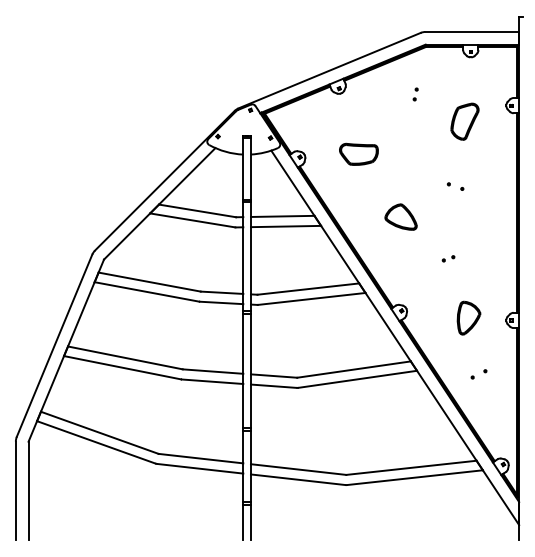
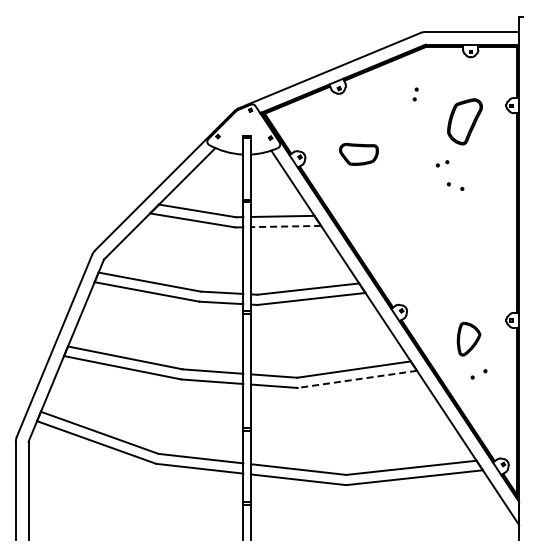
part at (464, 121) size: 30x39 px -> 36x48 px
part at (400, 216): present -> none
line at (285, 226): solid -> dashed
part at (448, 258) position: (448, 258) -> (442, 163)
part at (468, 317) position: (468, 317) -> (468, 338)
line at (357, 379): solid -> dashed
